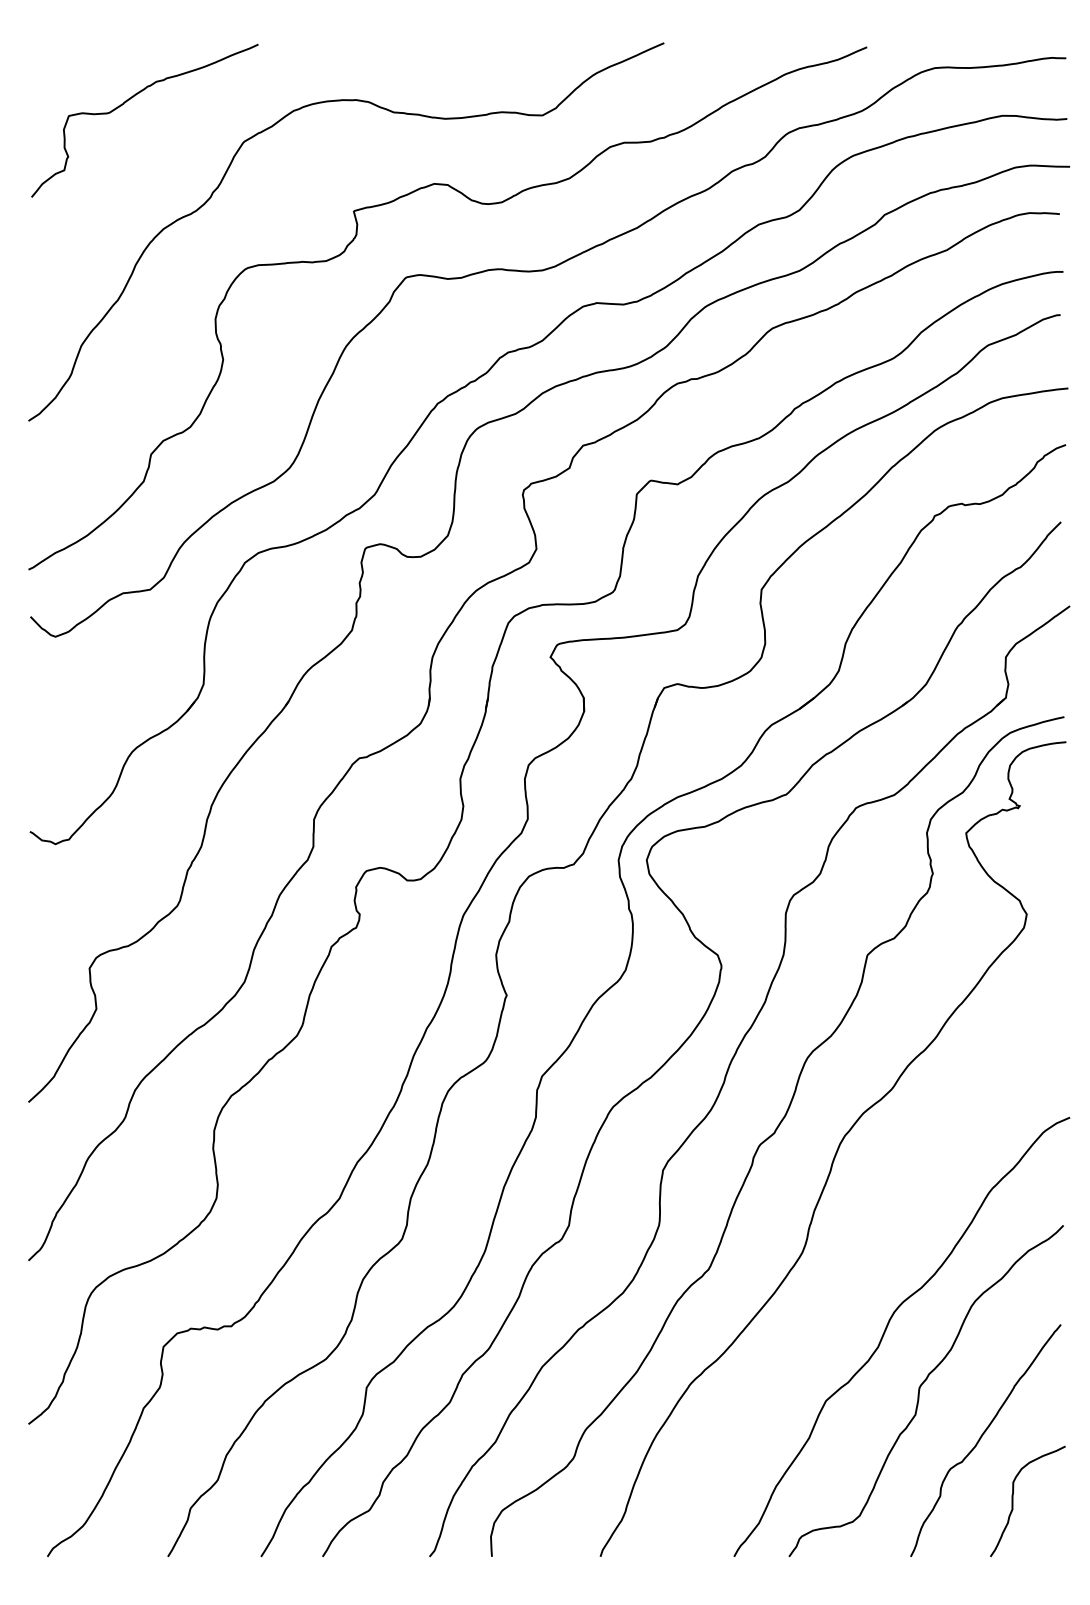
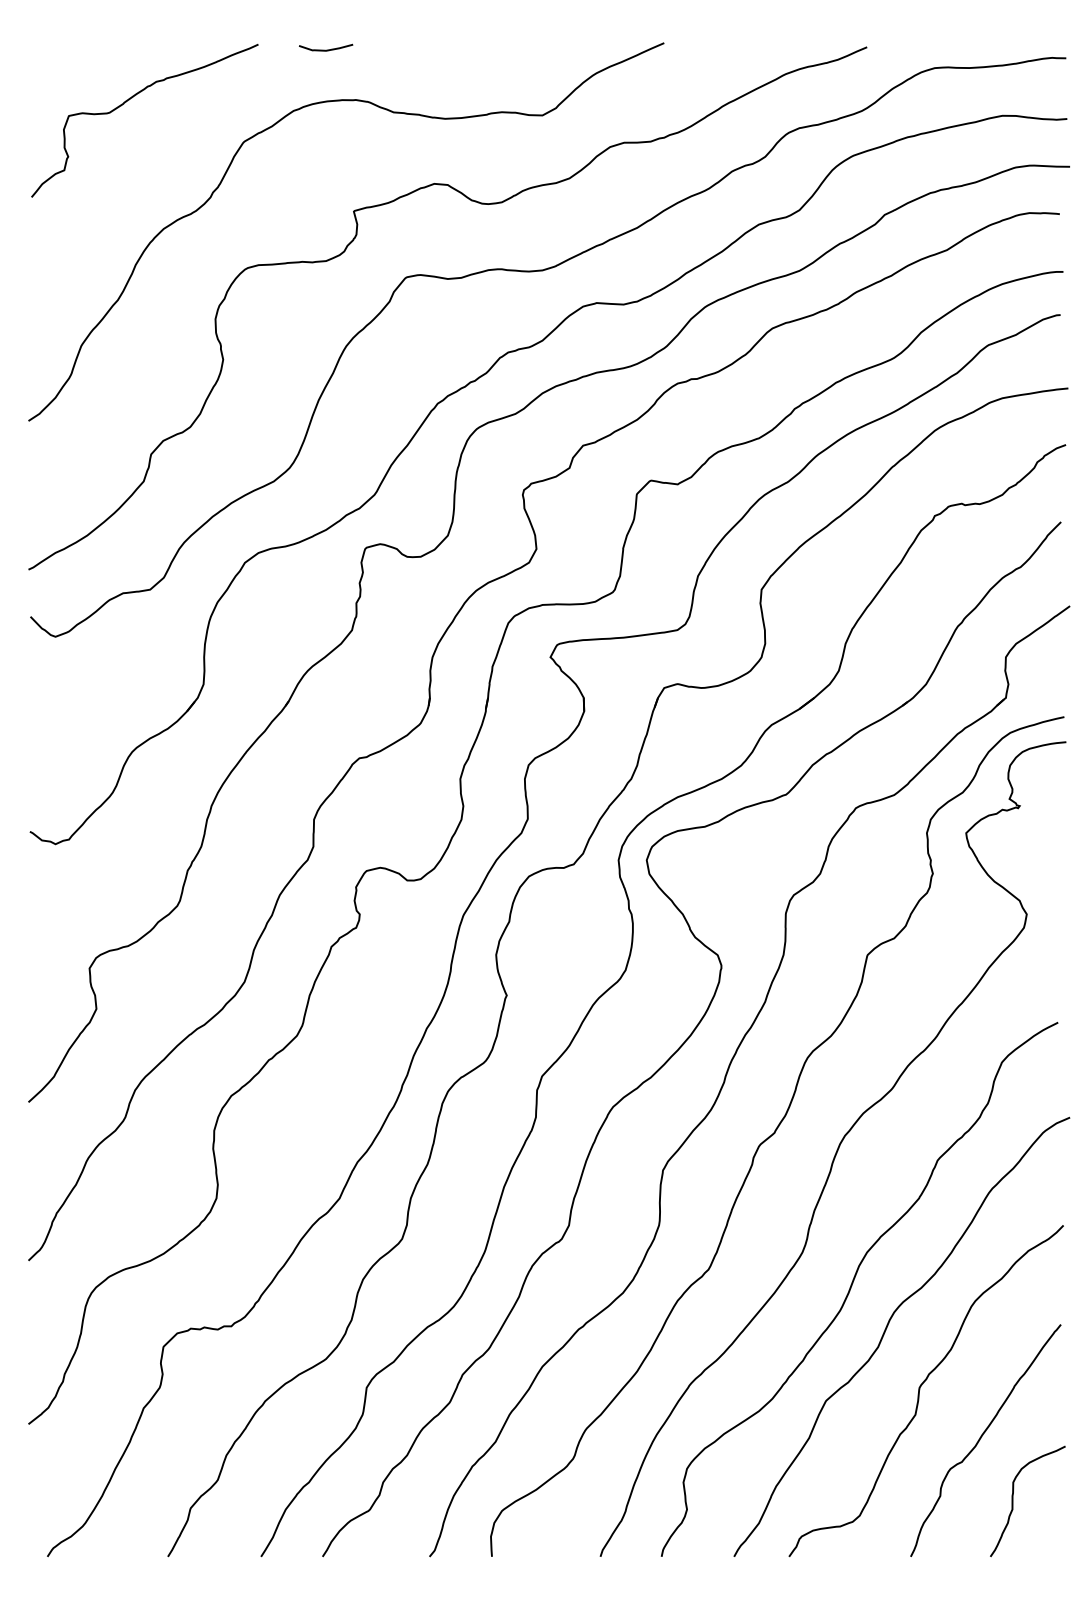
curve at (326, 49): none -> present
curve at (852, 1286): none -> present
